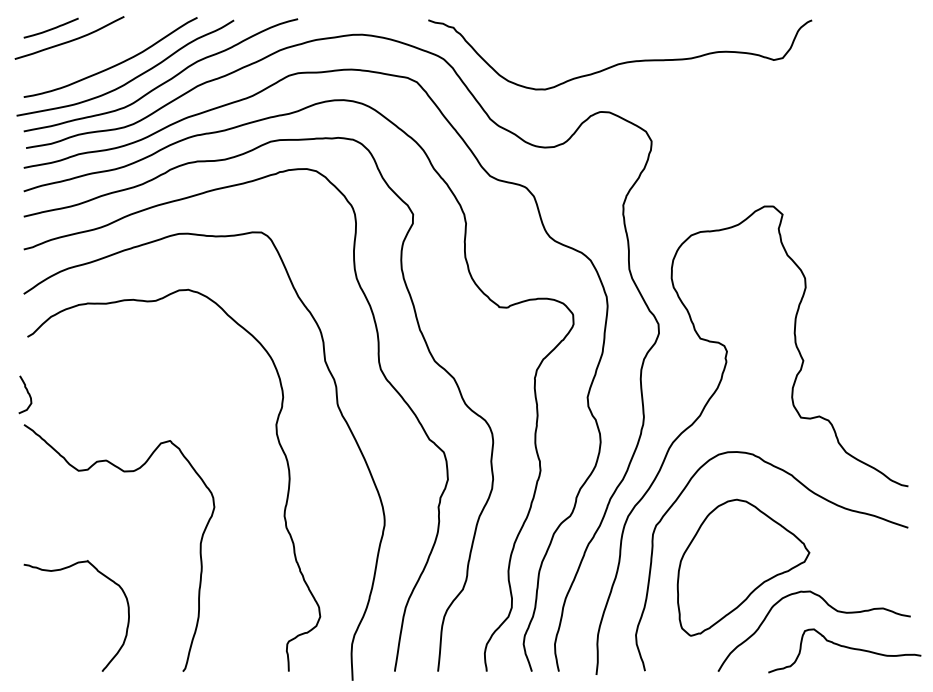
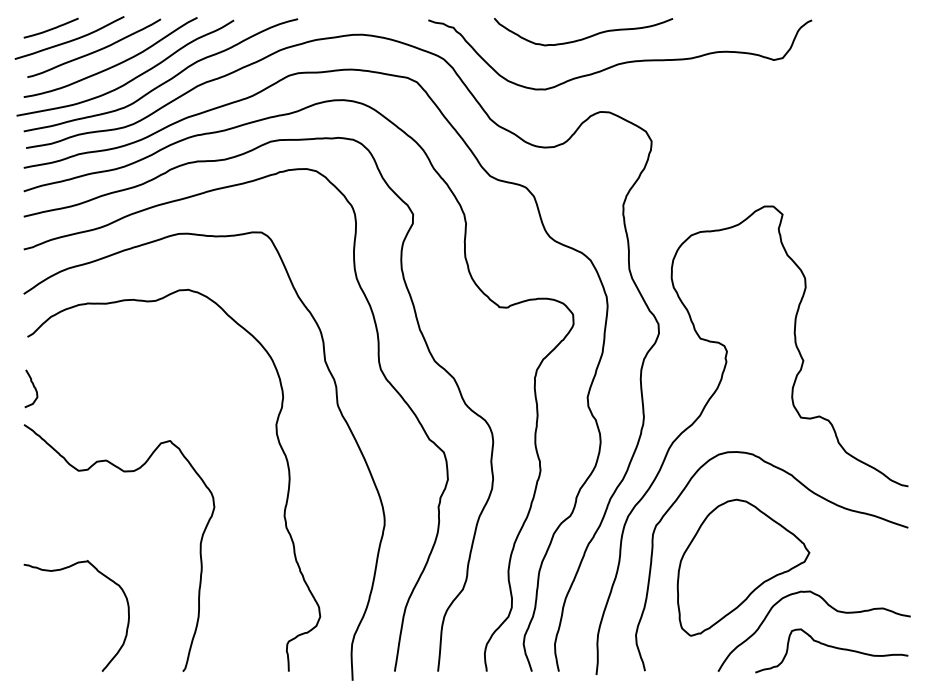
curve at (584, 37): none -> present
curve at (95, 50): none -> present
curve at (27, 393) position: (27, 393) -> (33, 387)
curve at (844, 647) position: (844, 647) -> (831, 647)
